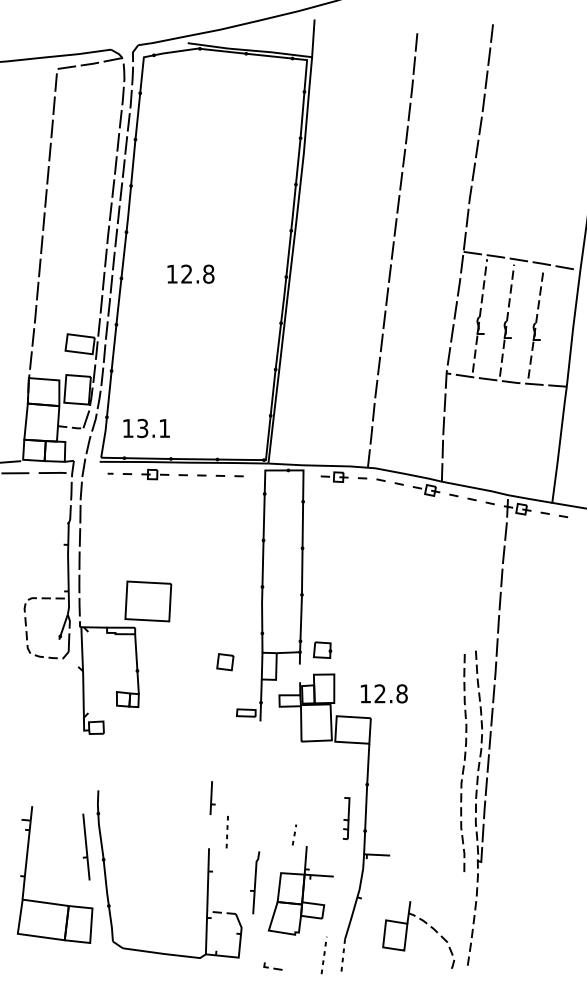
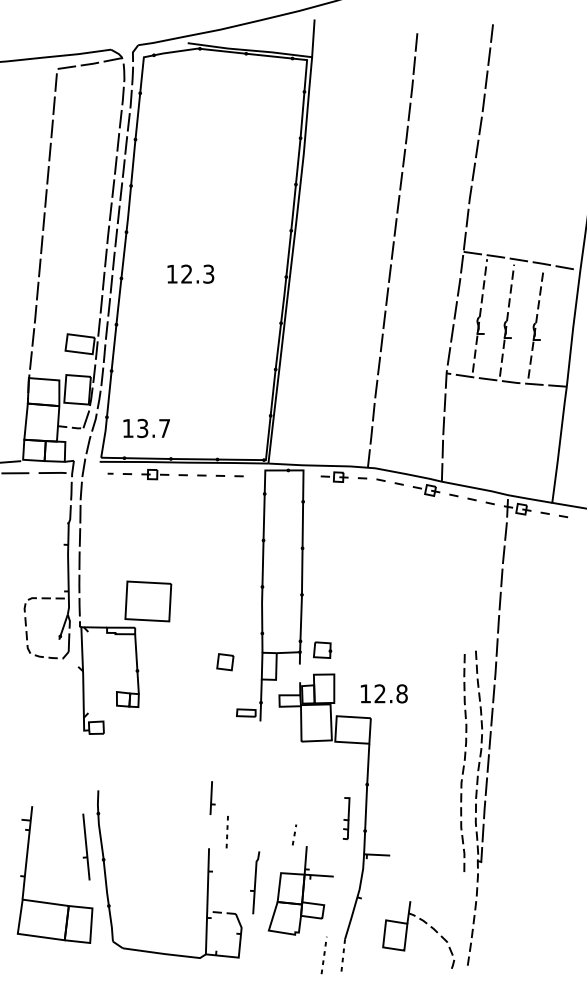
text at (208, 273): 12.8 -> 12.3
text at (164, 428): 13.1 -> 13.7
part at (272, 966): present -> none
